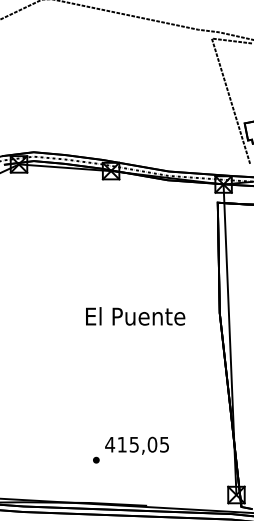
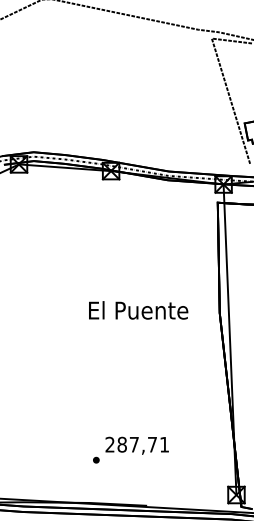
text at (135, 316) position: (135, 316) -> (138, 310)
text at (136, 444): 415,05 -> 287,71
